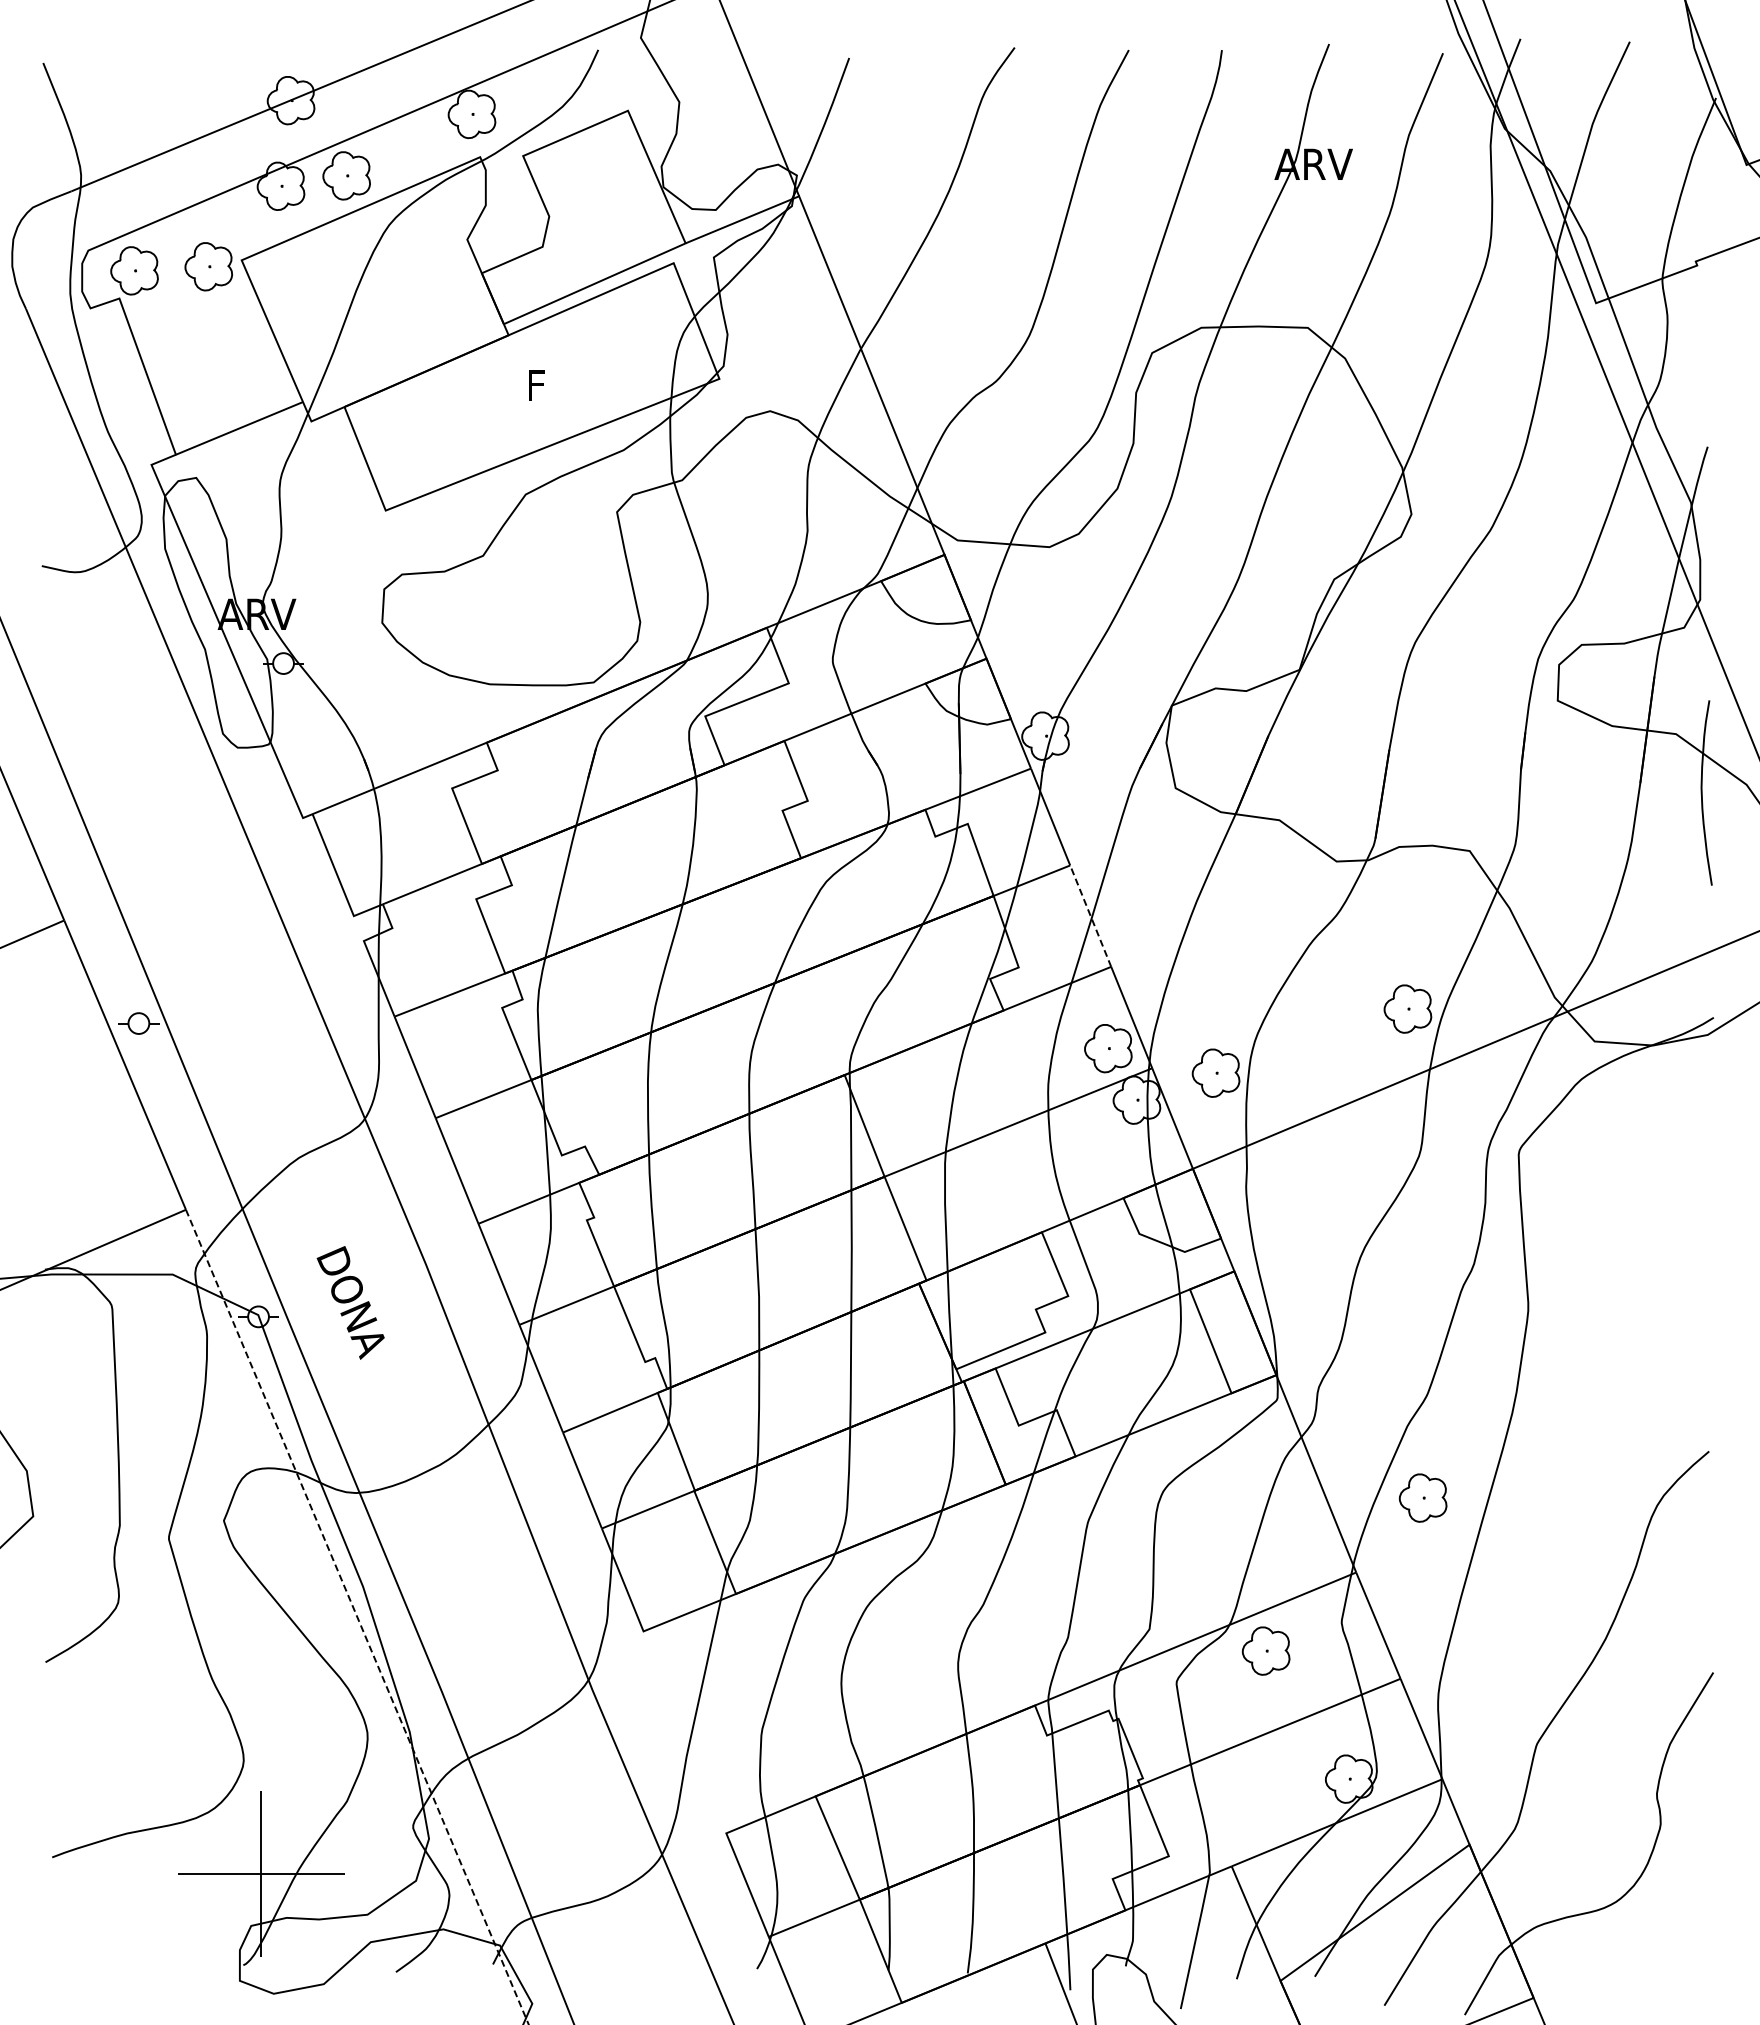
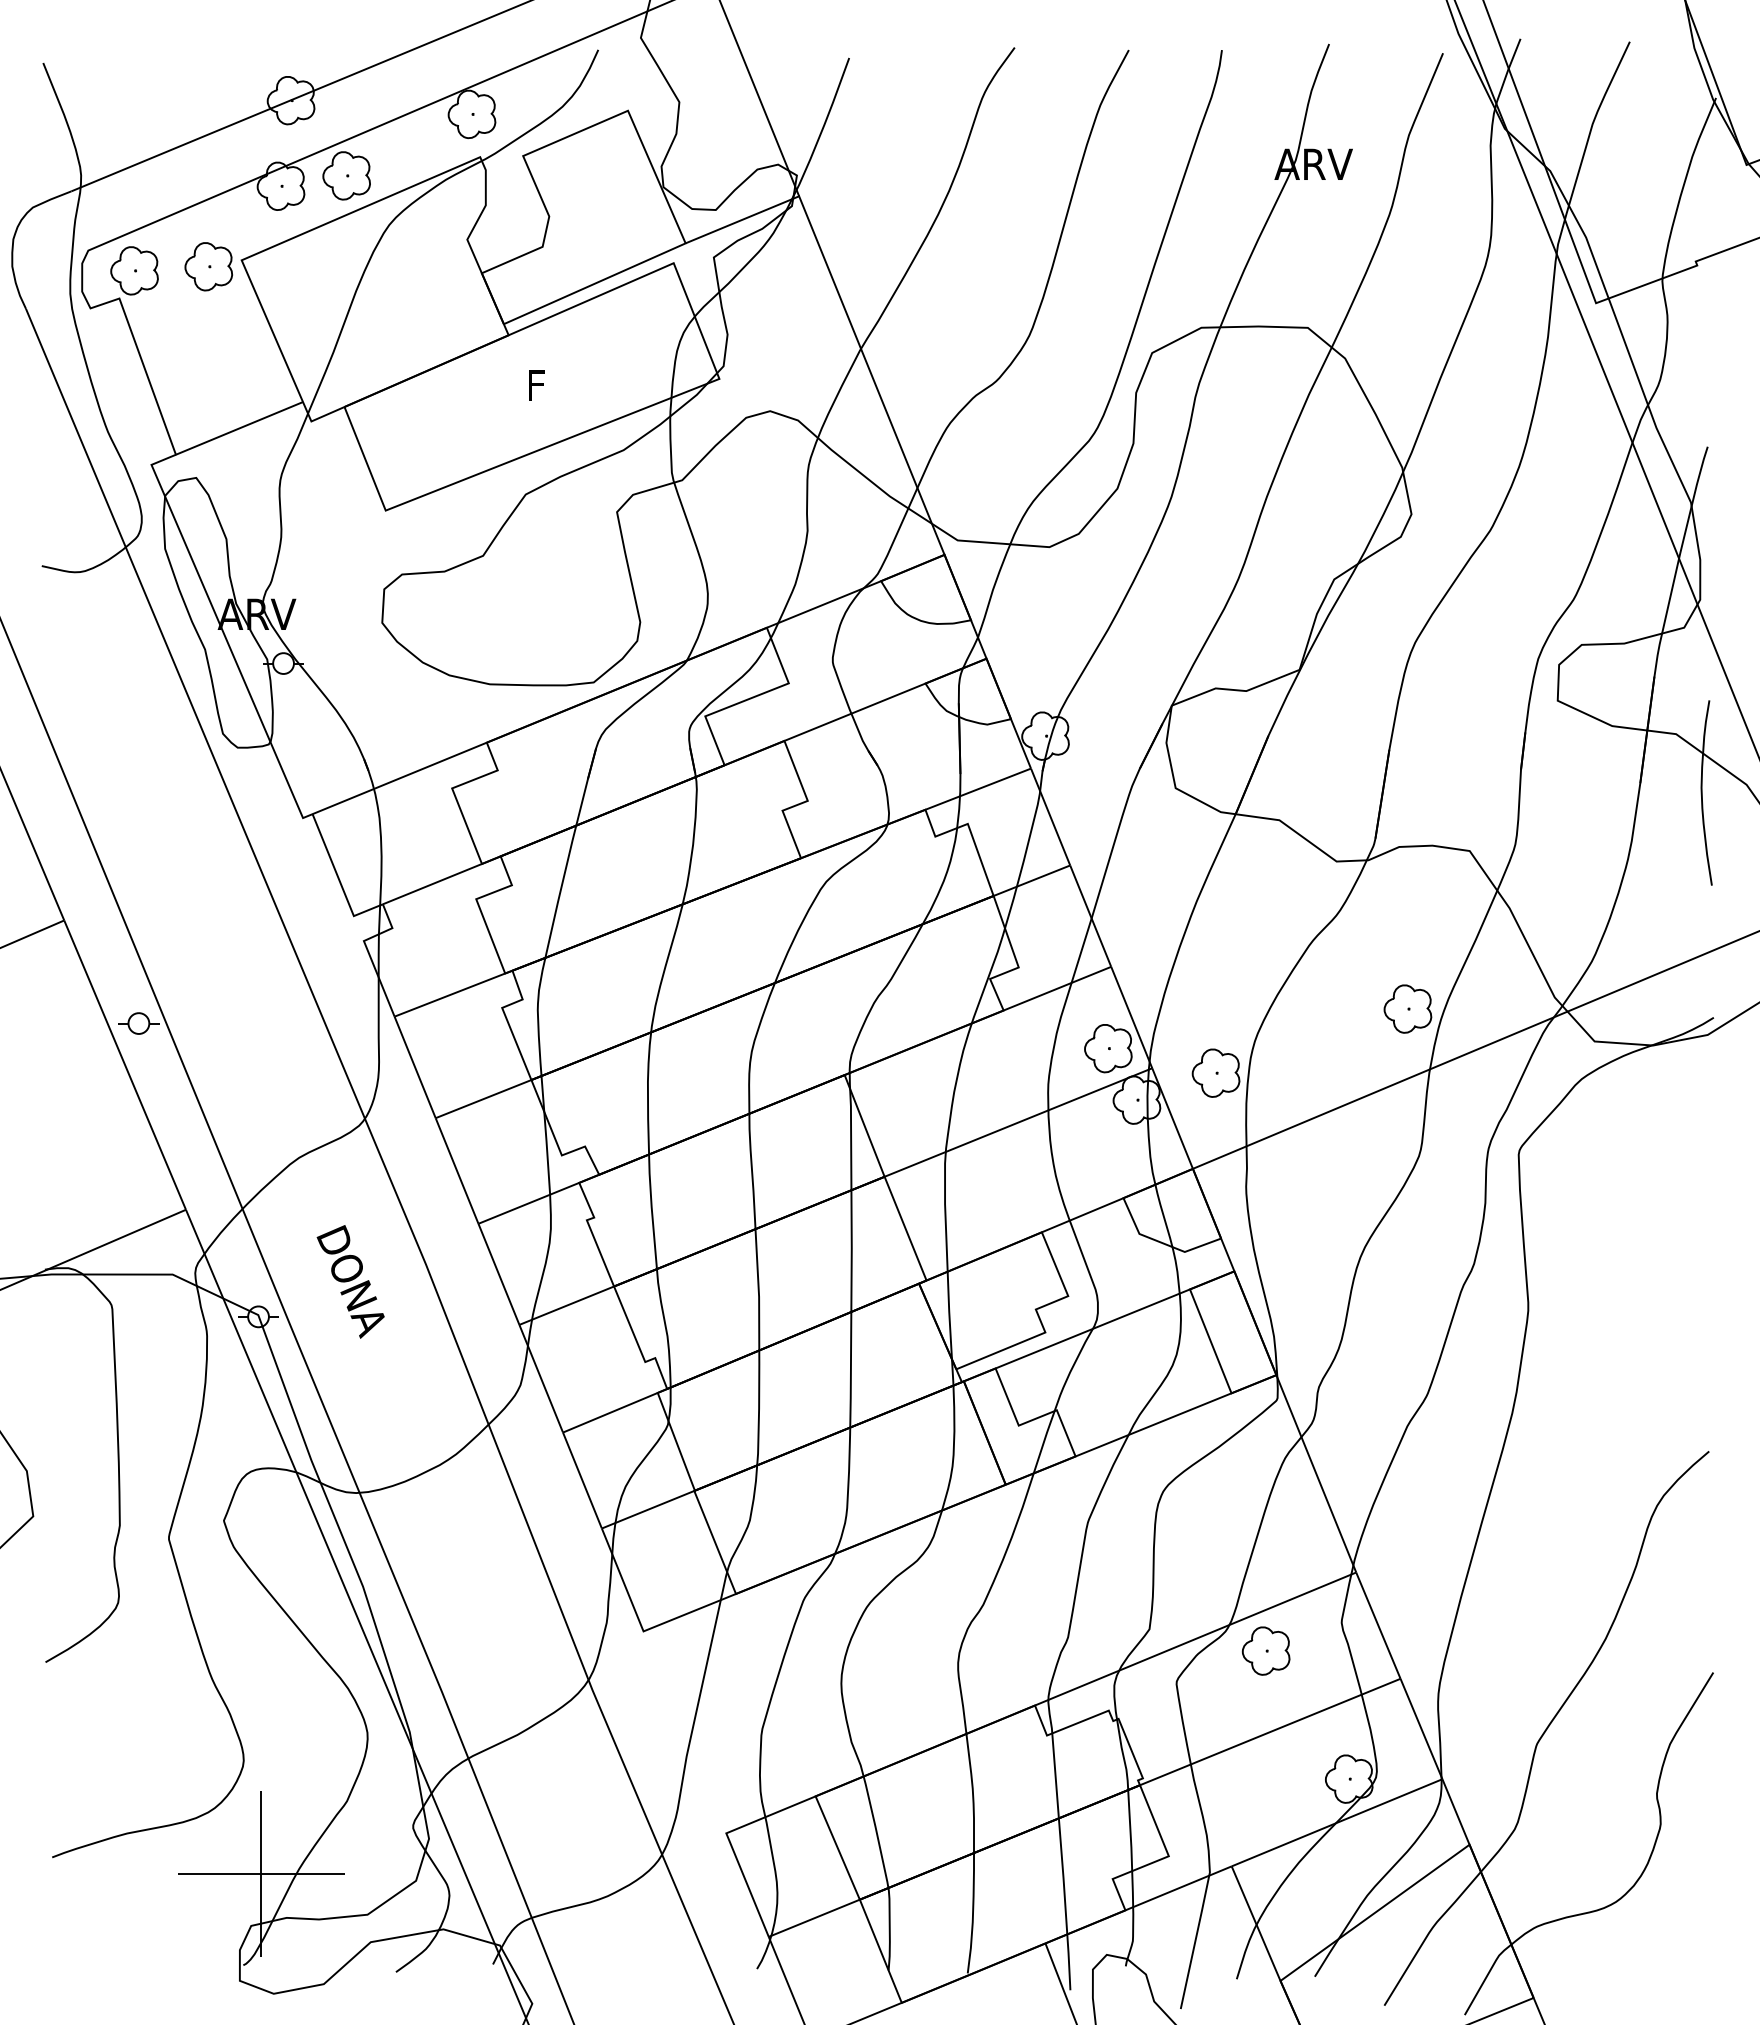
line at (1090, 916): dashed -> solid
text at (350, 1302) position: (350, 1302) -> (350, 1281)
part at (1422, 1497): present -> none
line at (357, 1617): dashed -> solid
